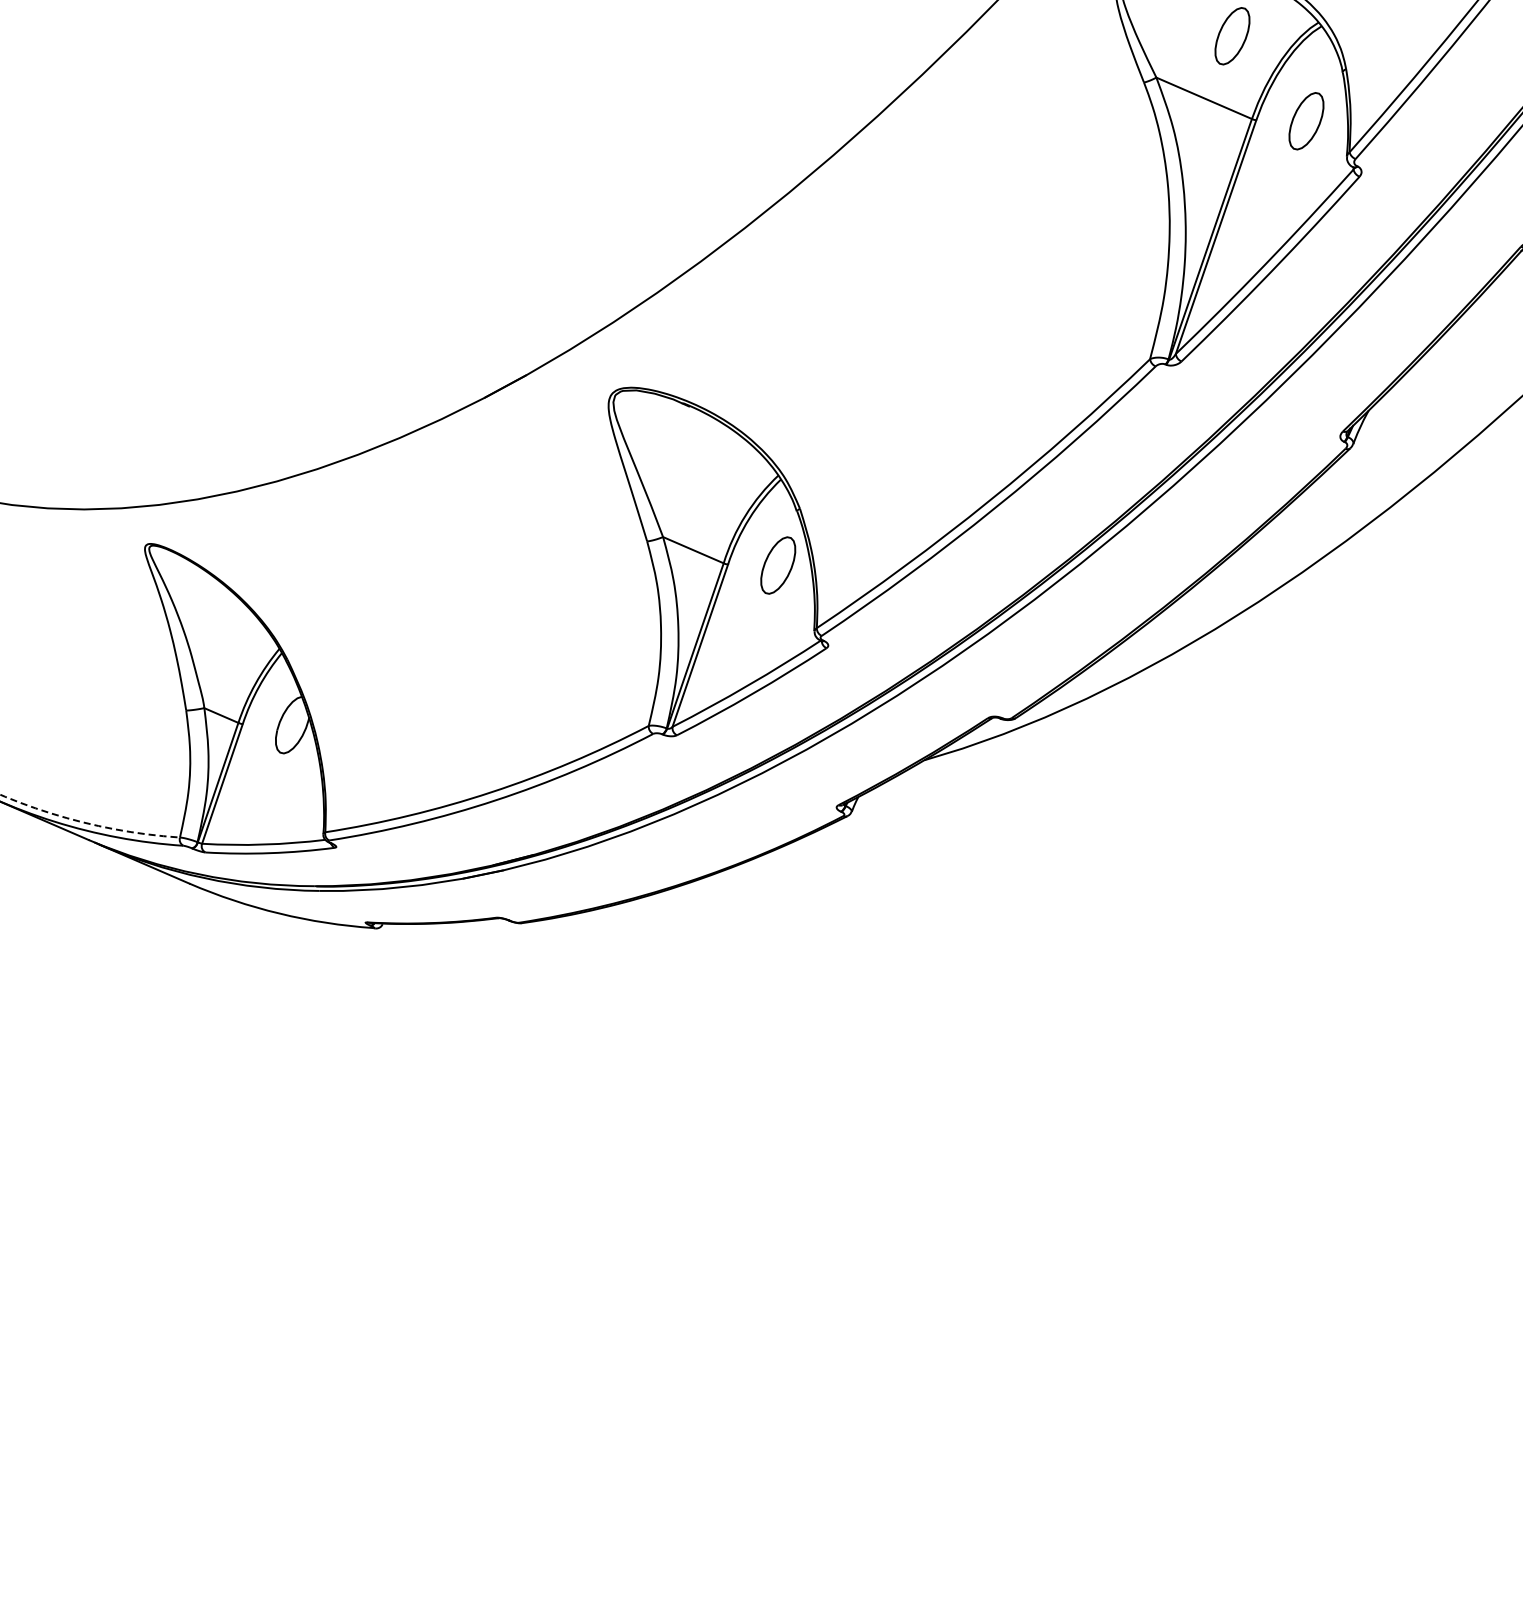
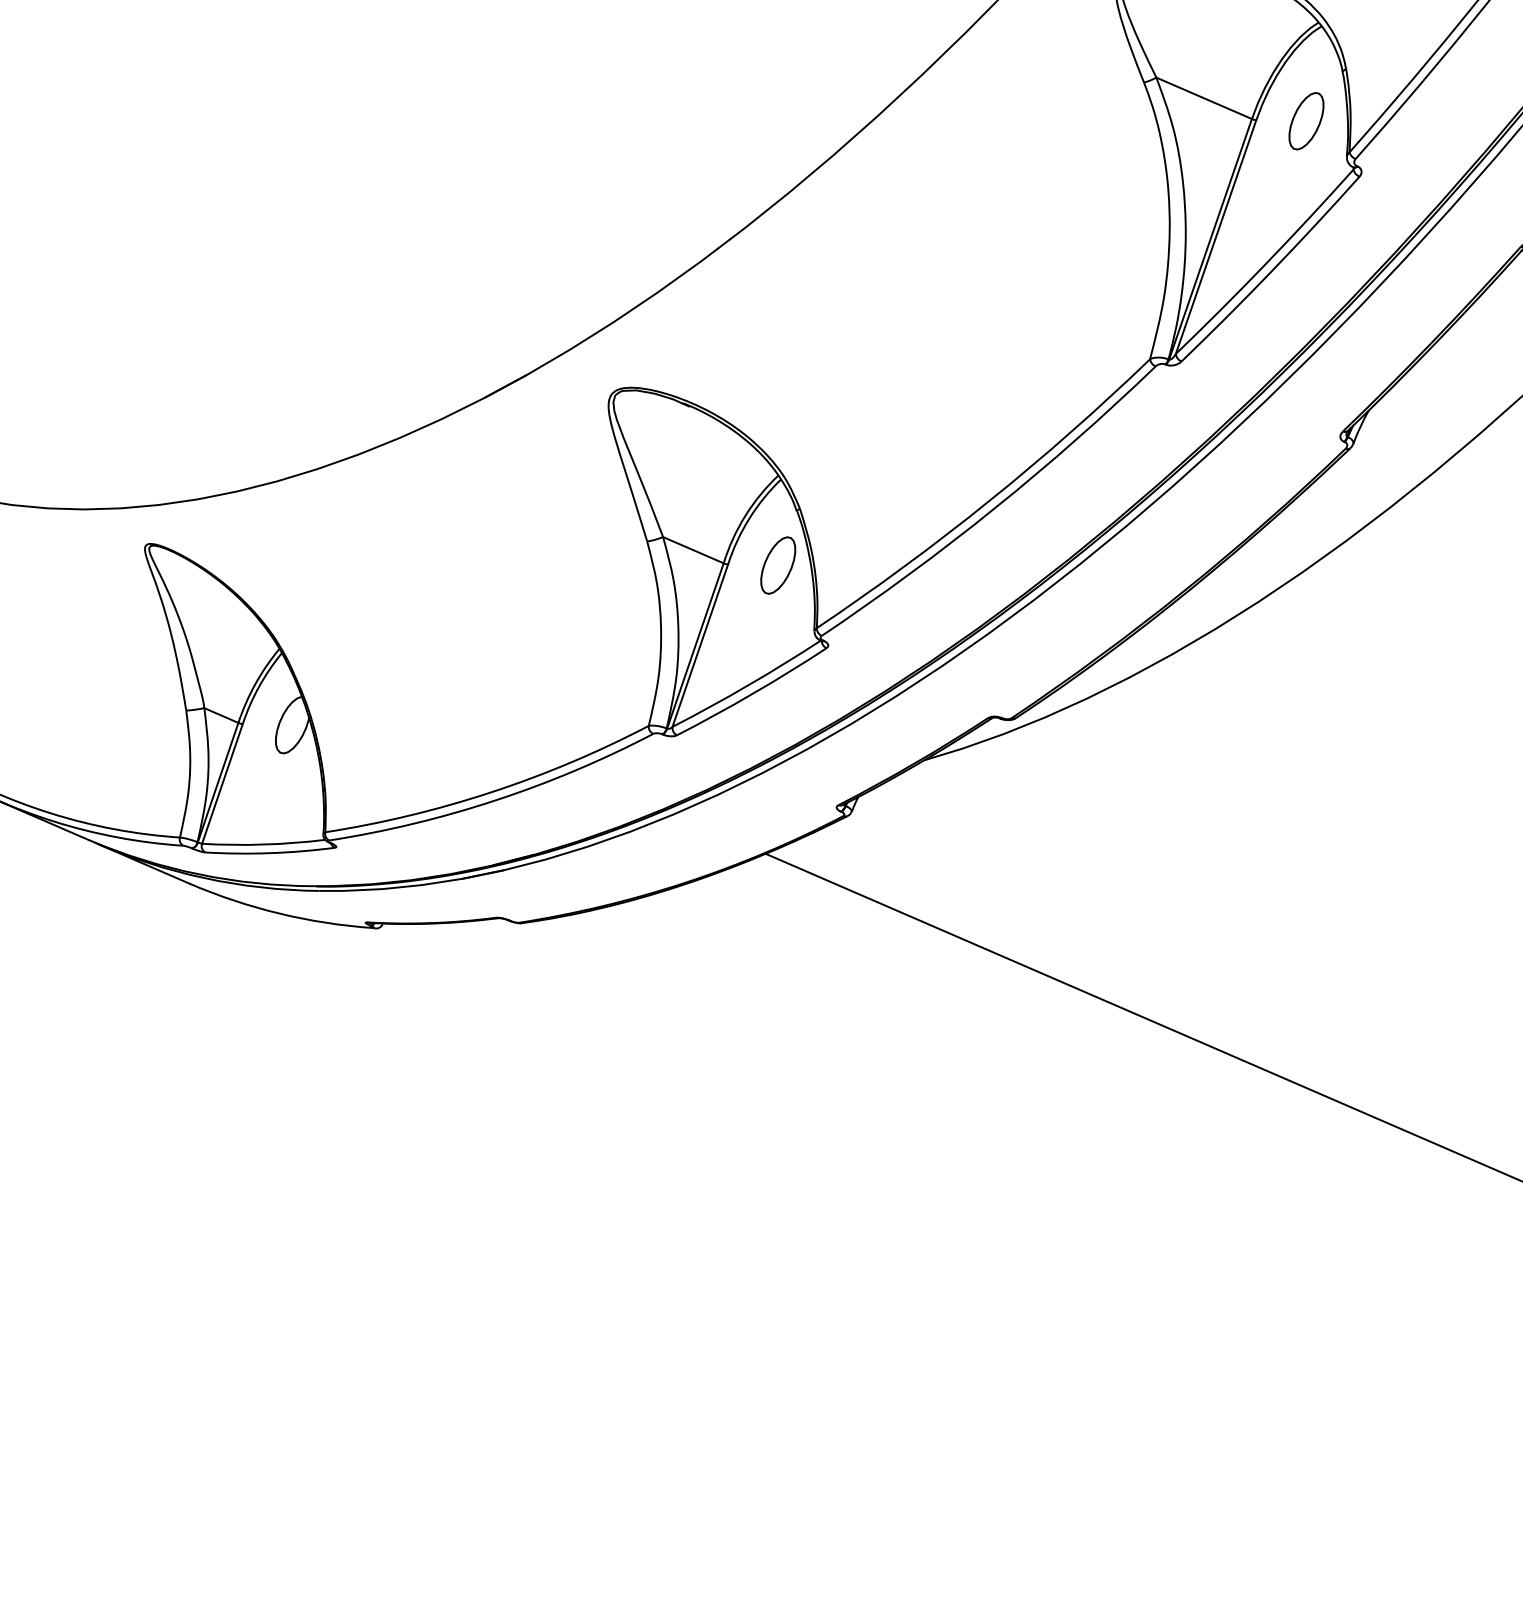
part at (1232, 36): present -> none
arc at (87, 823): dashed -> solid
line at (1142, 1016): none -> present
